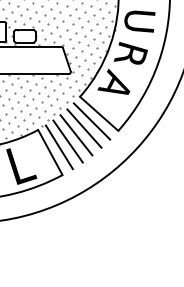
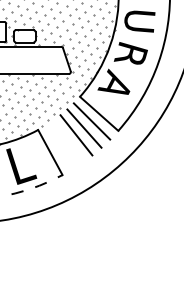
line at (67, 141): present -> none
line at (58, 147): present -> none
arc at (31, 188): solid -> dashed
